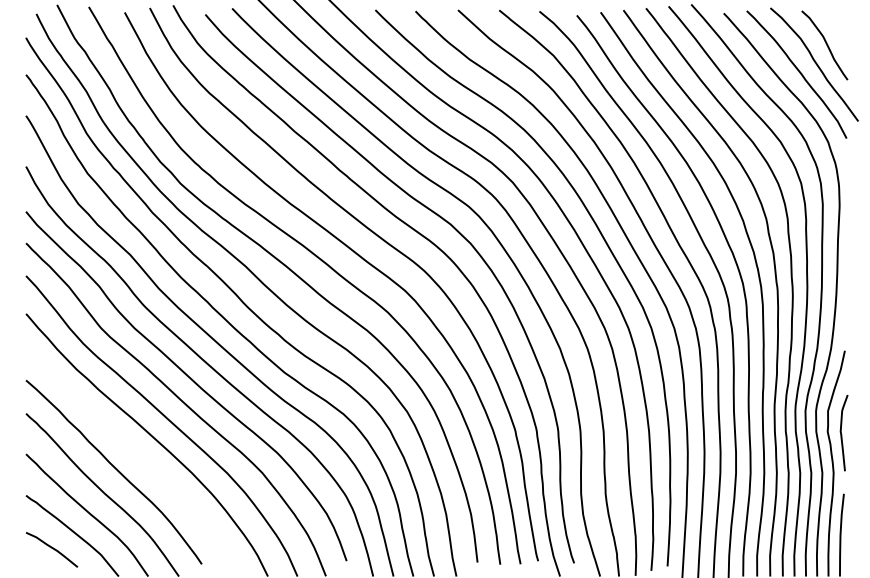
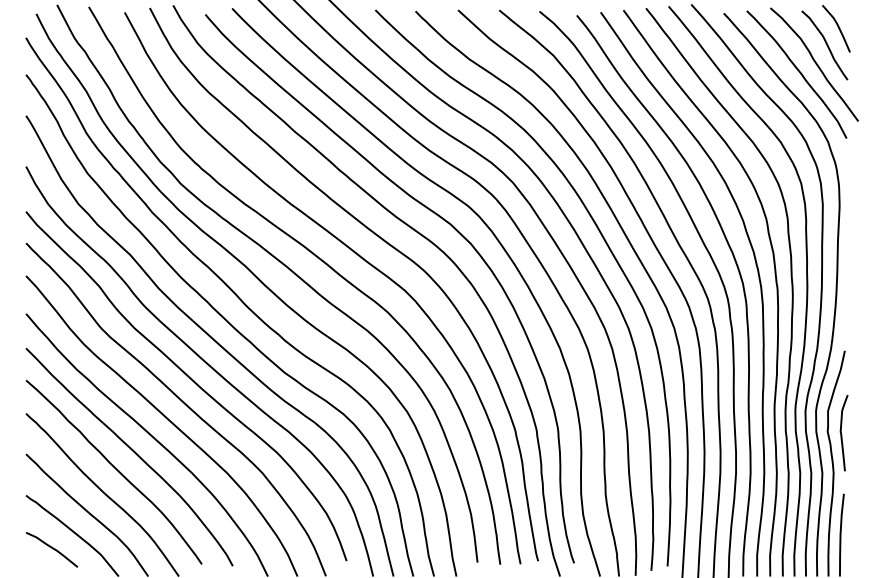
line at (837, 27): none -> present
curve at (133, 452): none -> present
